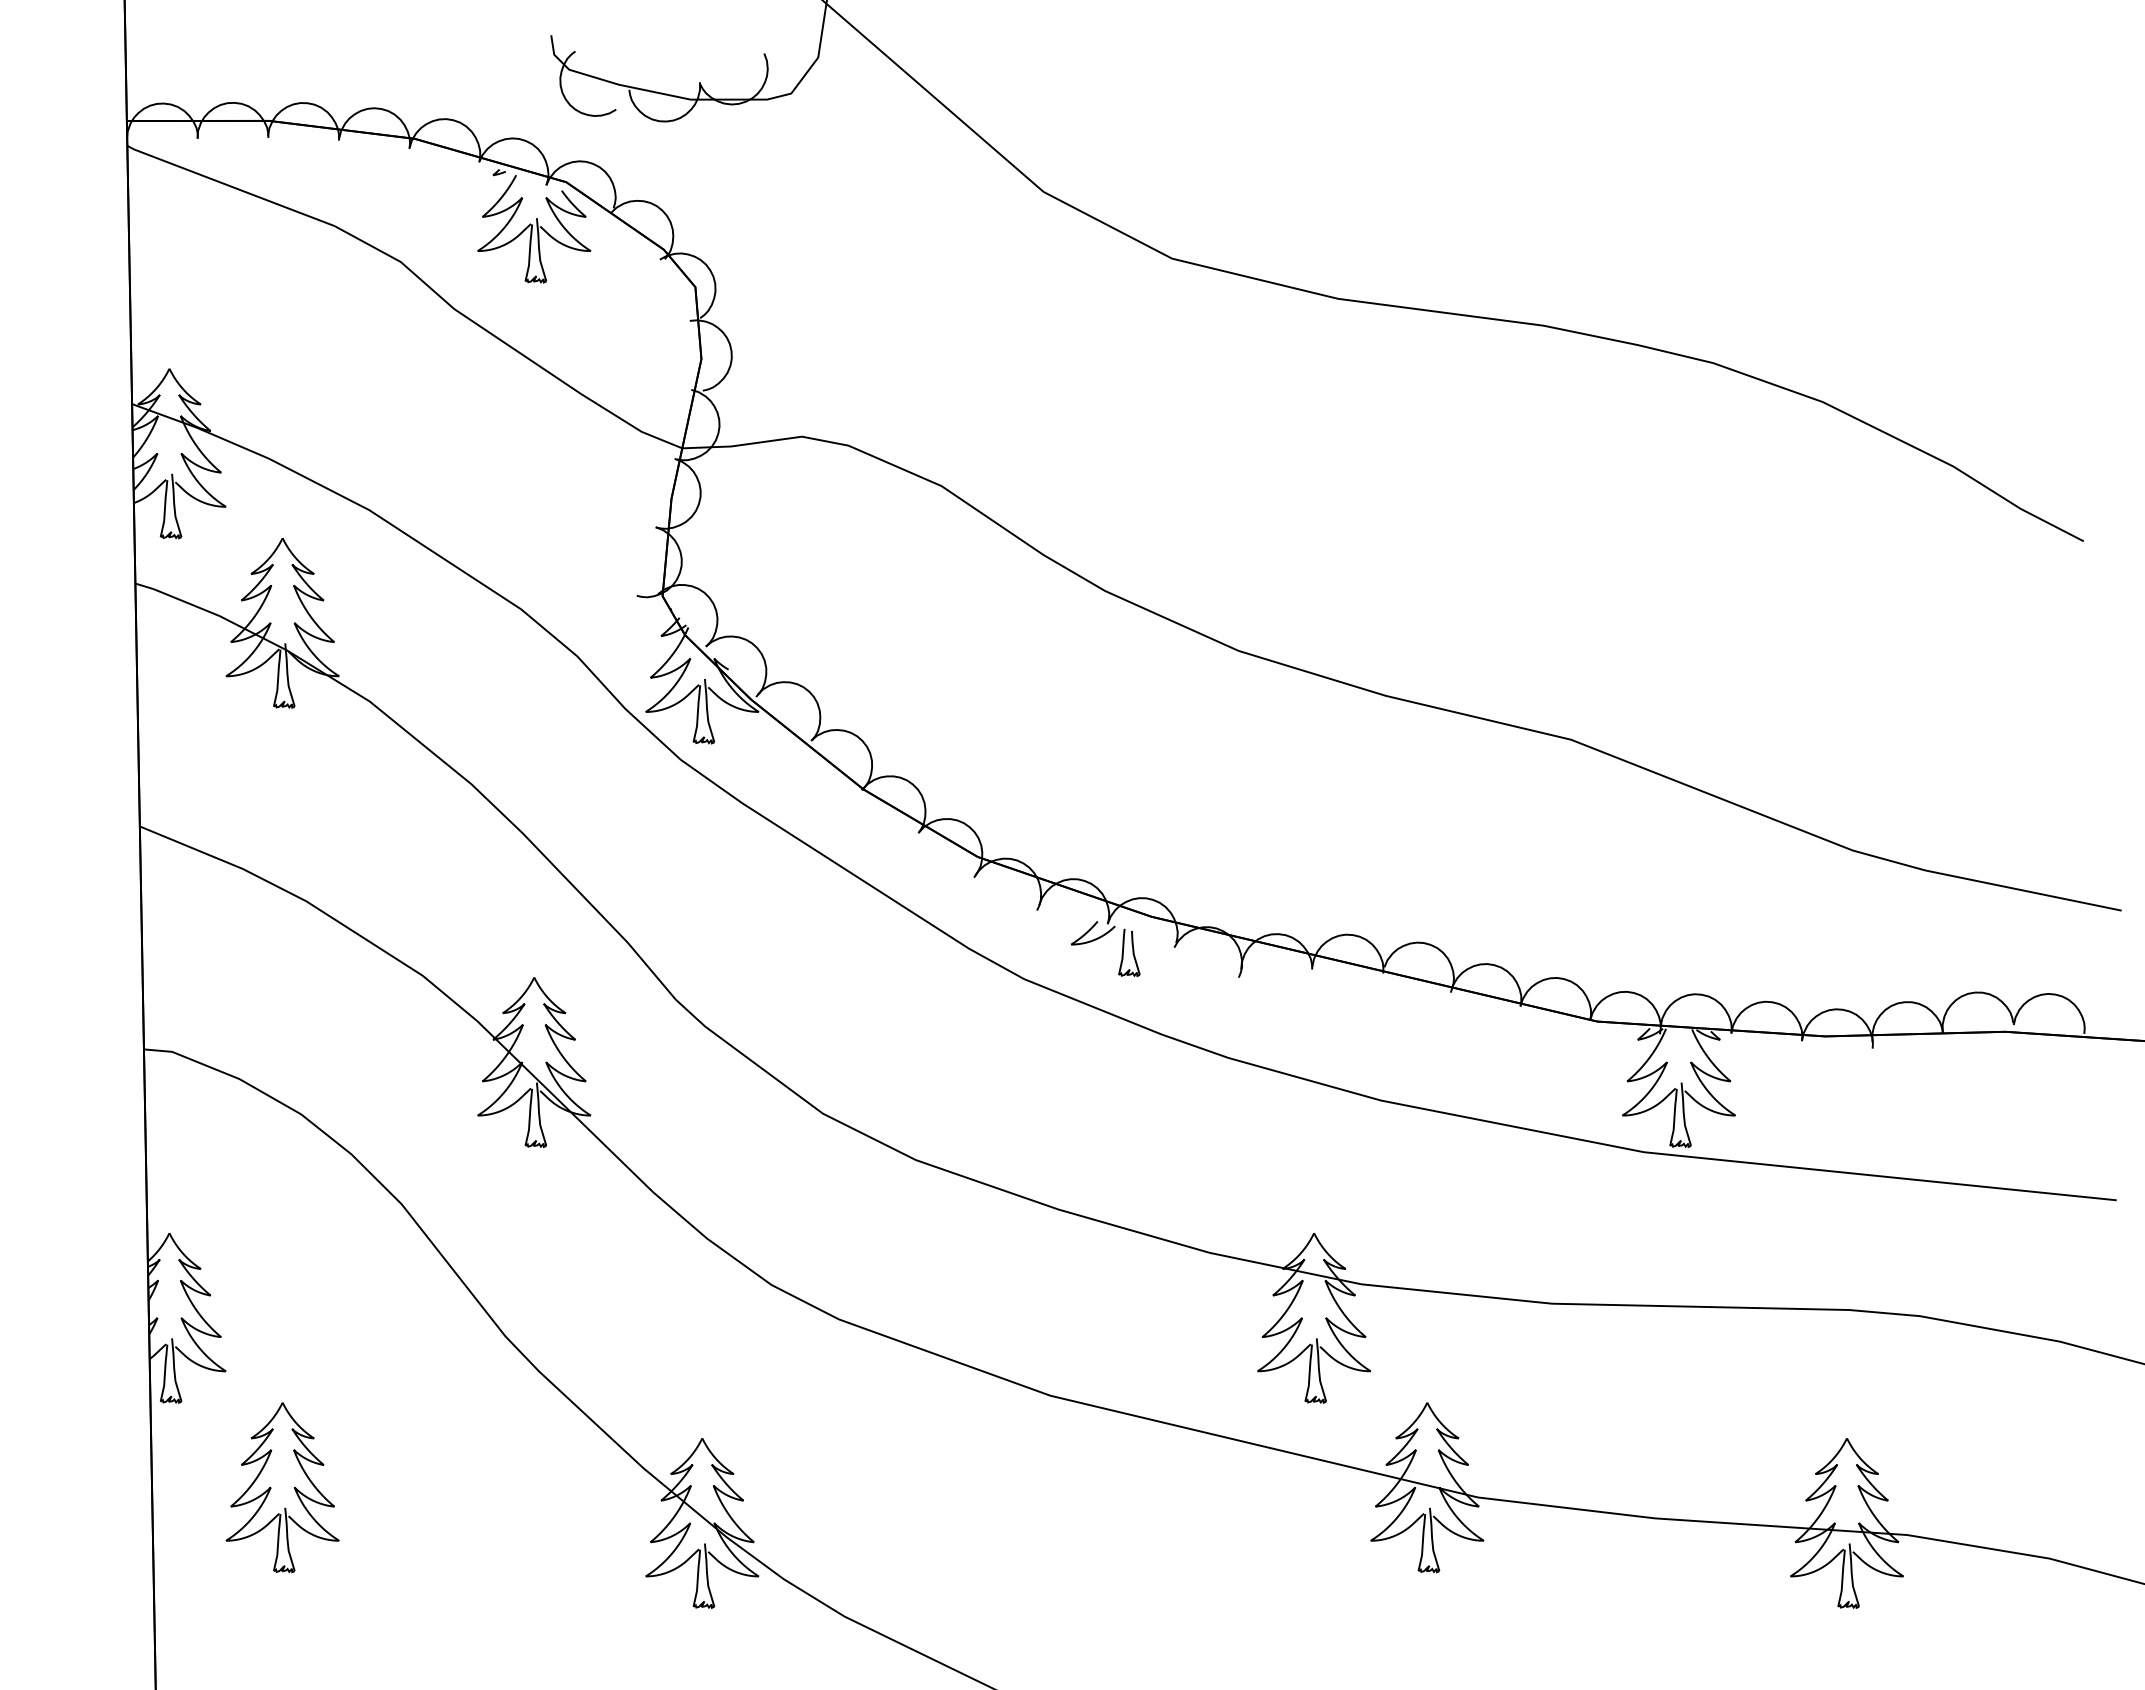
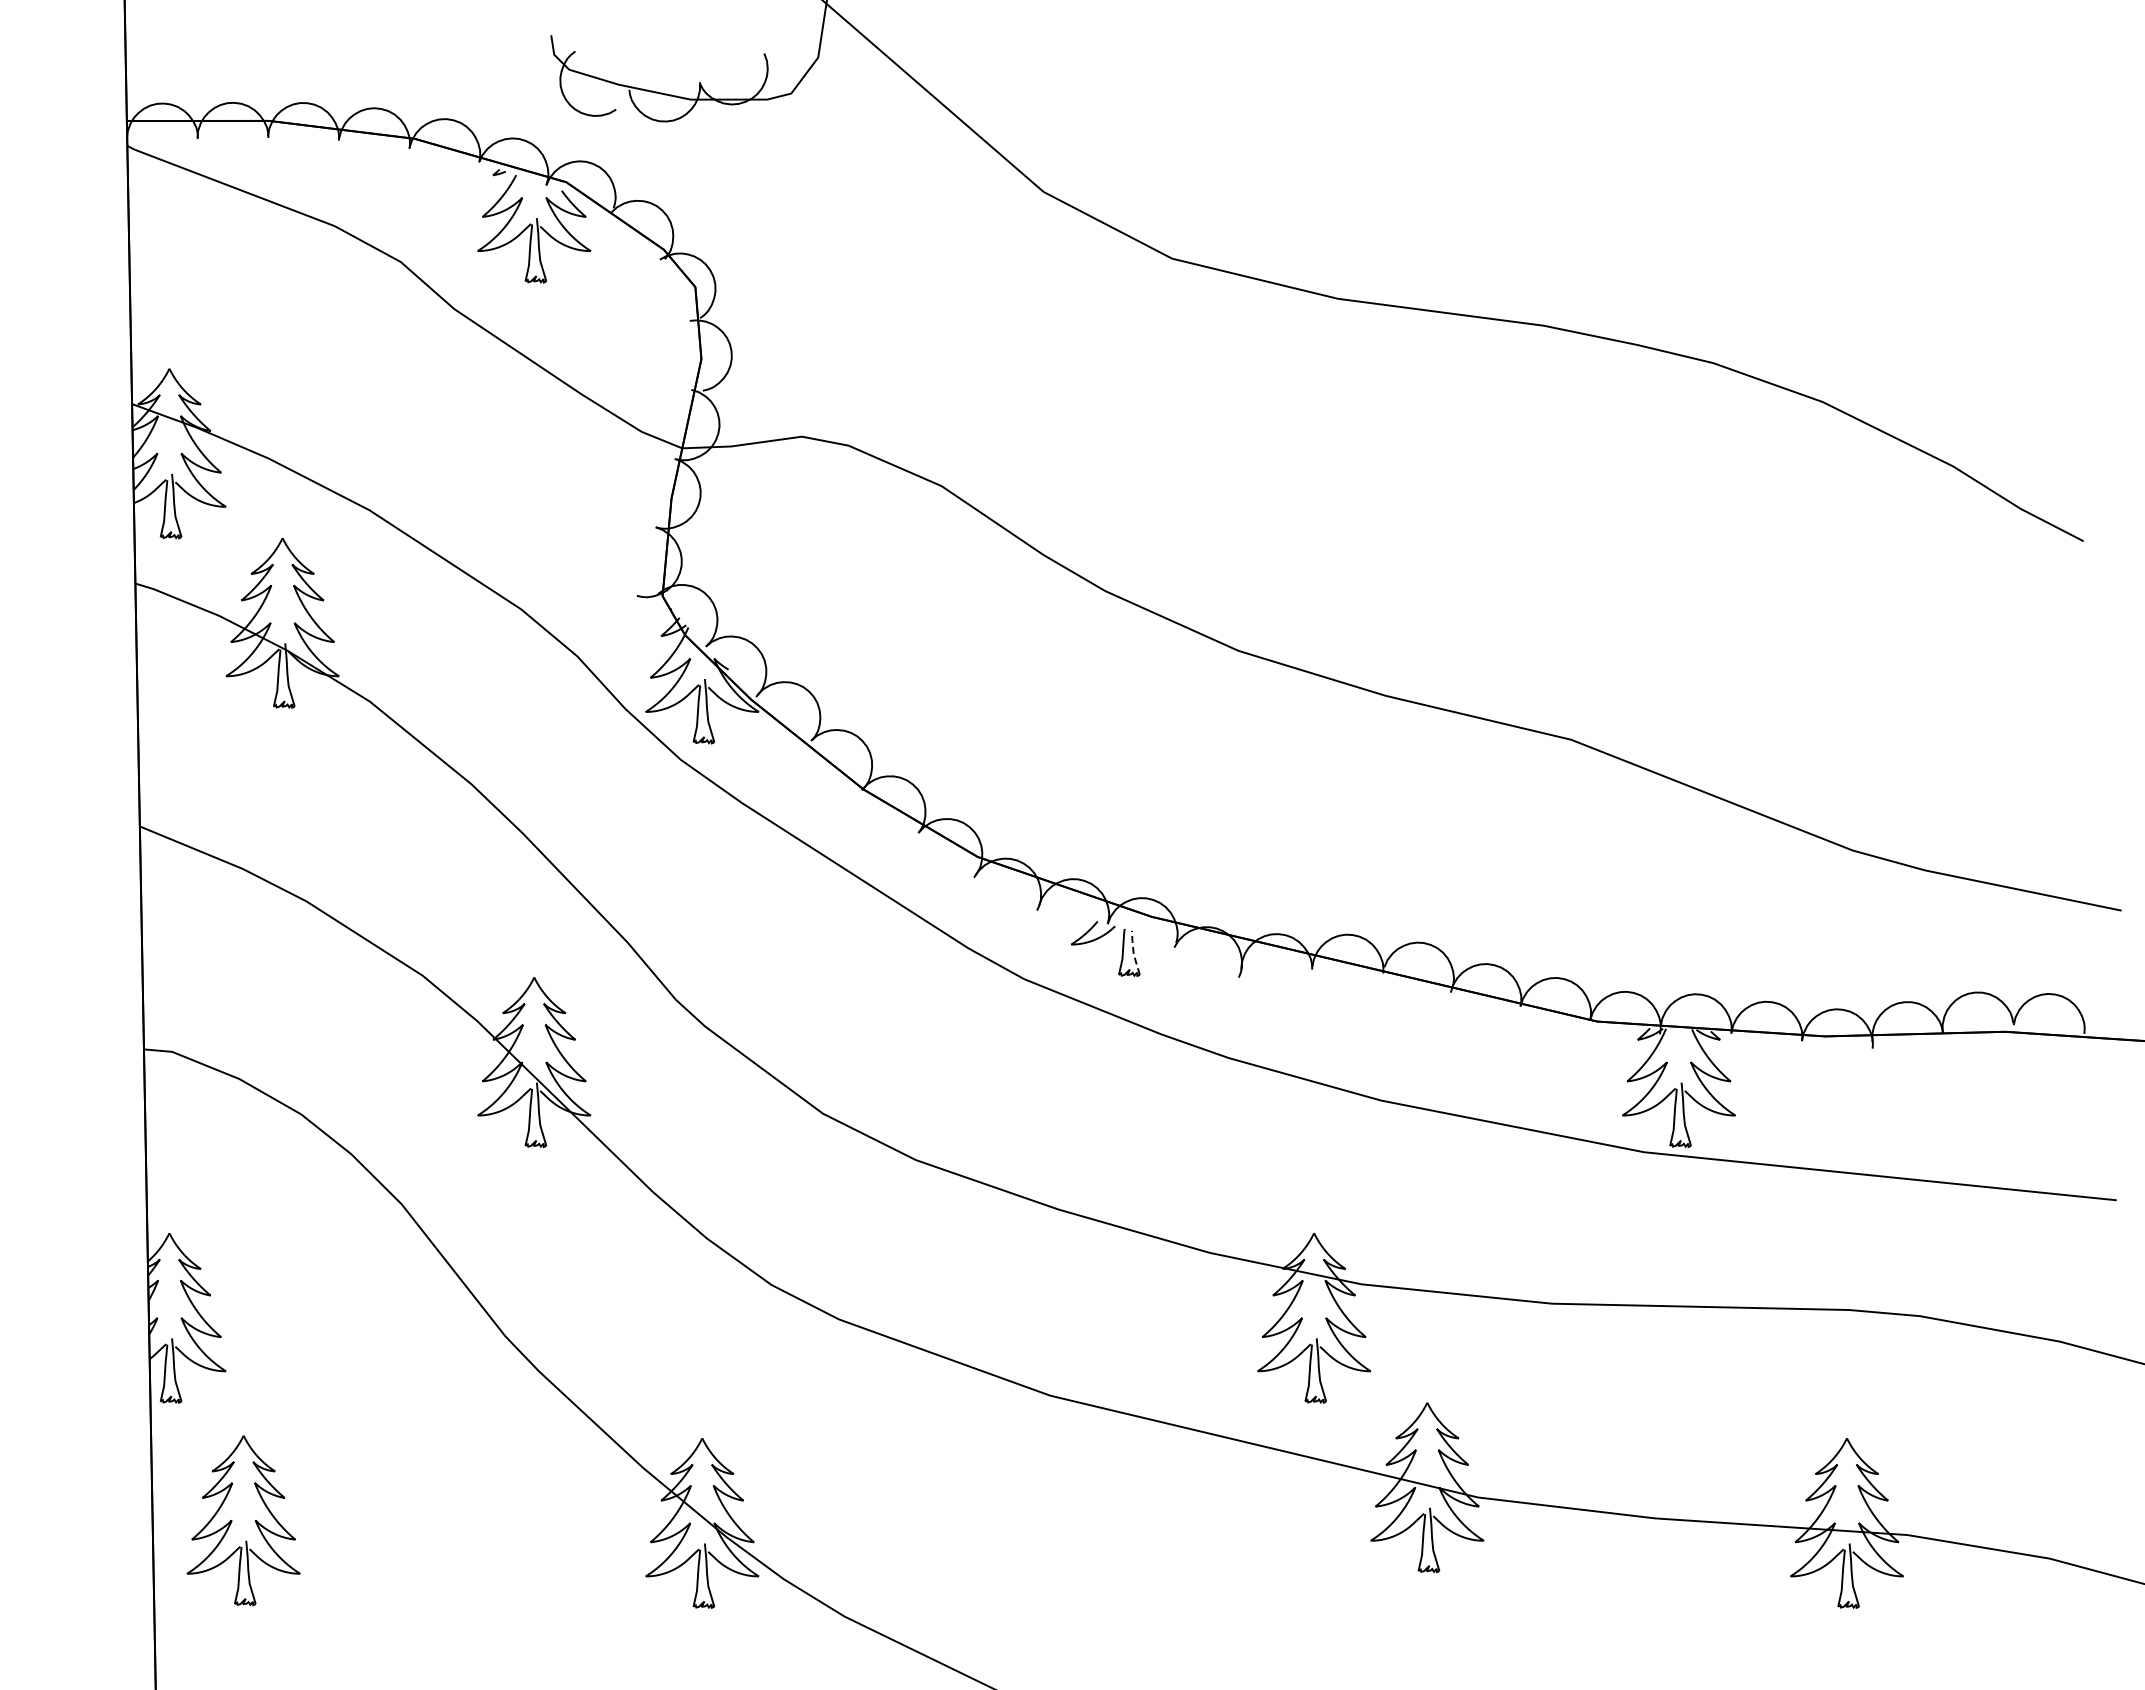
line at (1133, 953): solid -> dashed
part at (282, 1487) position: (282, 1487) -> (243, 1520)
